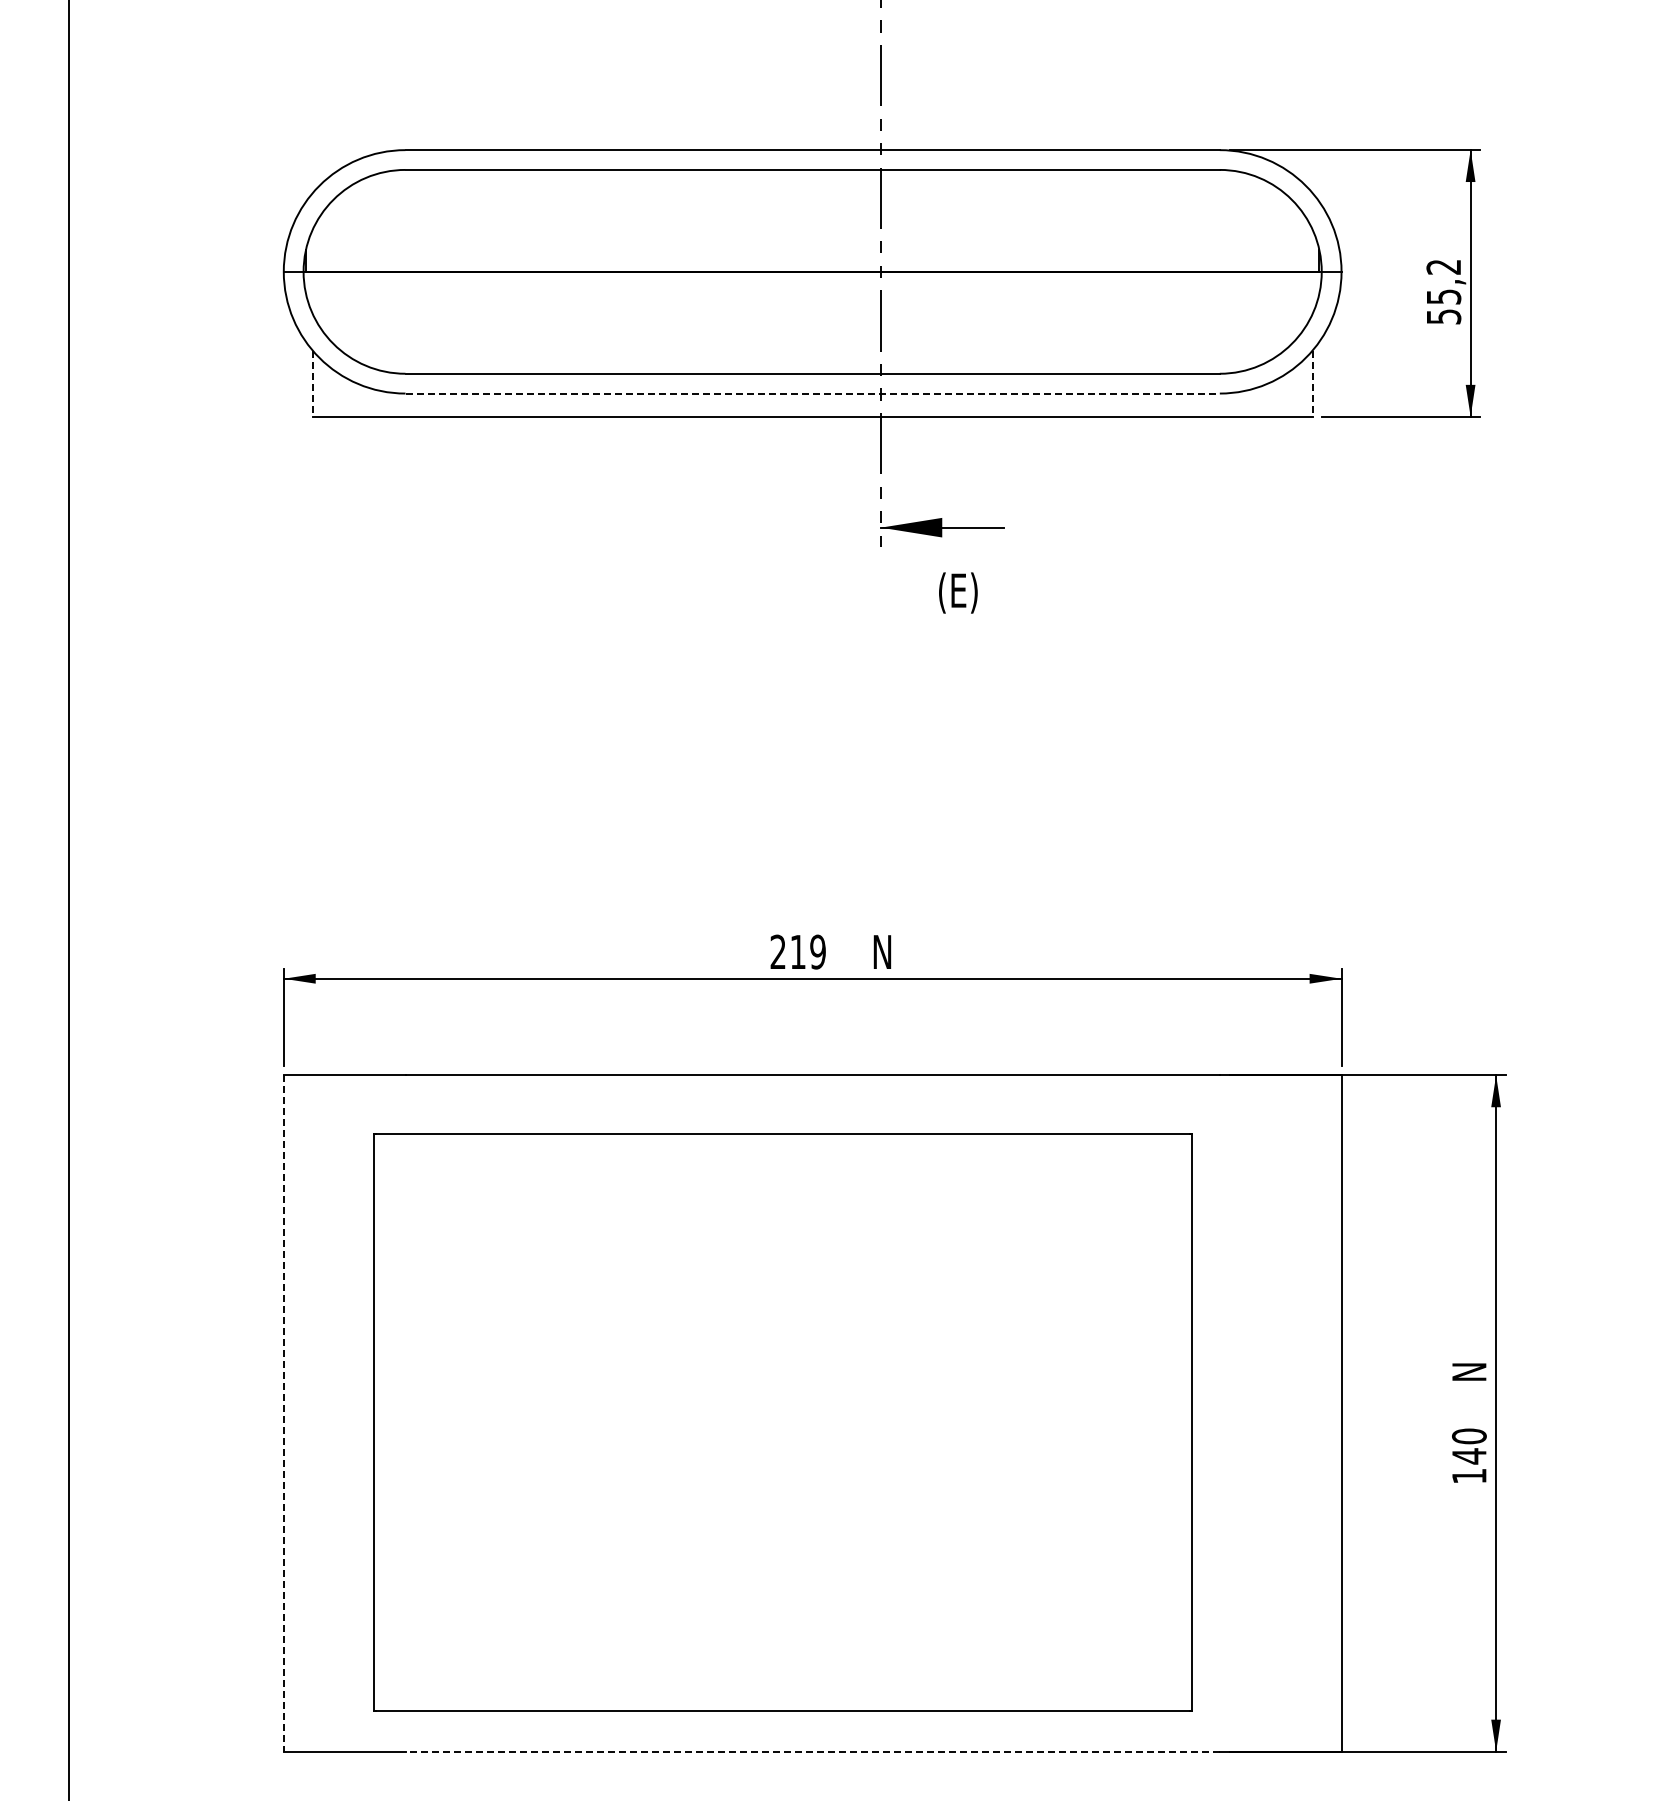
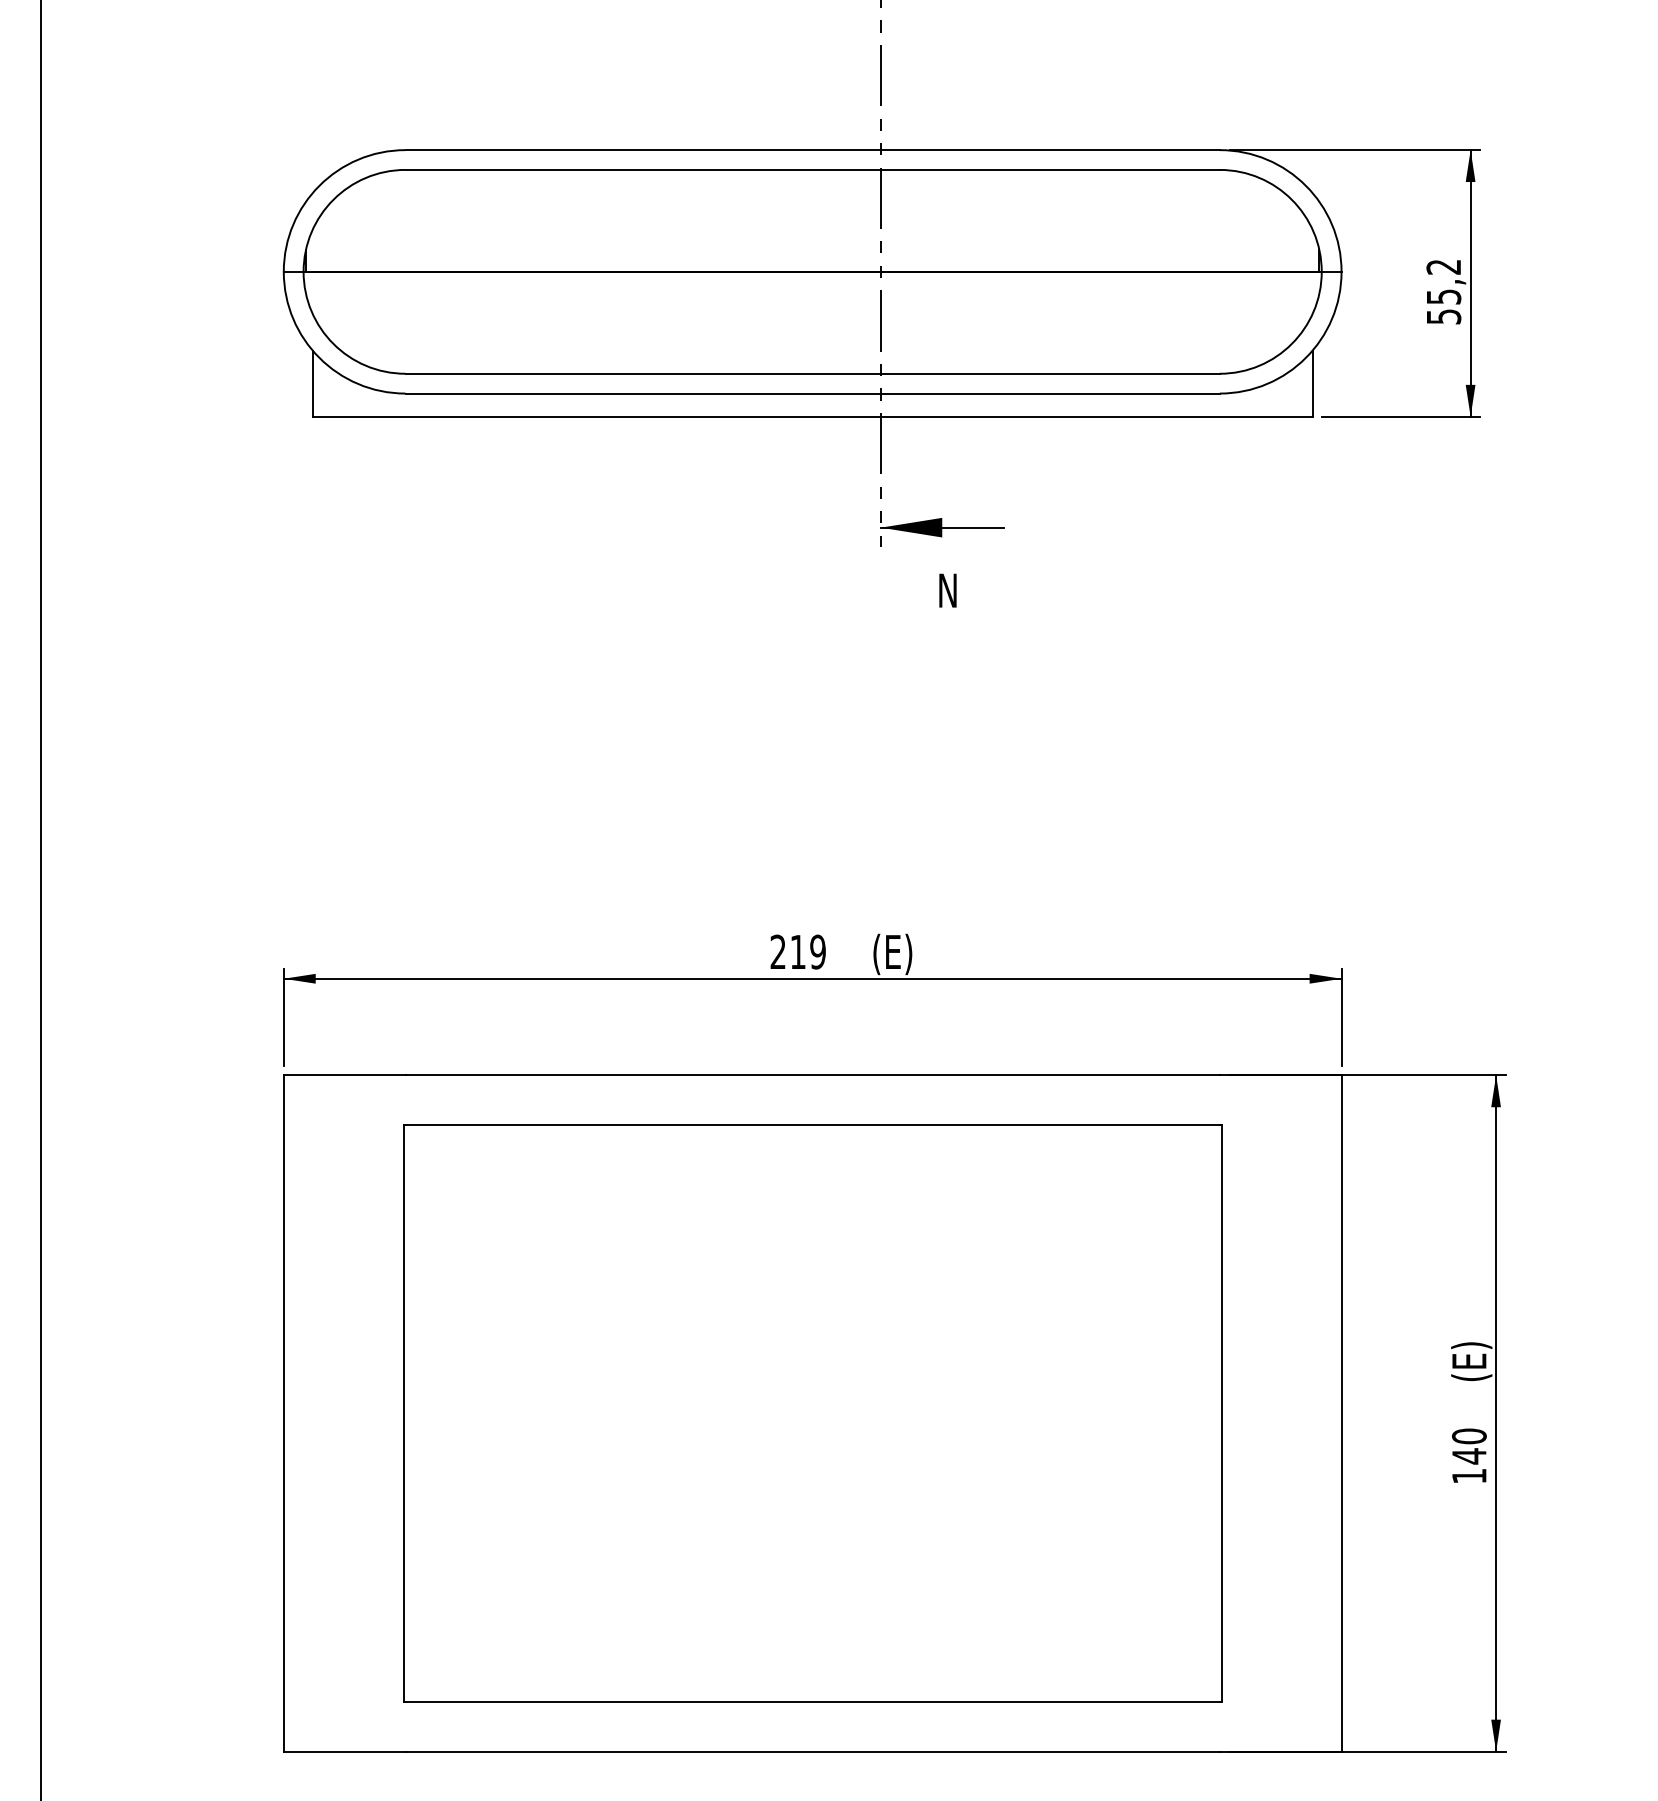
line at (312, 384): dashed -> solid
line at (1312, 384): dashed -> solid
line at (813, 393): dashed -> solid
text at (958, 592): (E) -> N
line at (68, 899) position: (68, 899) -> (40, 899)
text at (892, 954): N -> (E)
text at (1471, 1361): N -> (E)
line at (283, 1413): dashed -> solid
part at (782, 1422) position: (782, 1422) -> (812, 1413)
line at (812, 1751): dashed -> solid
